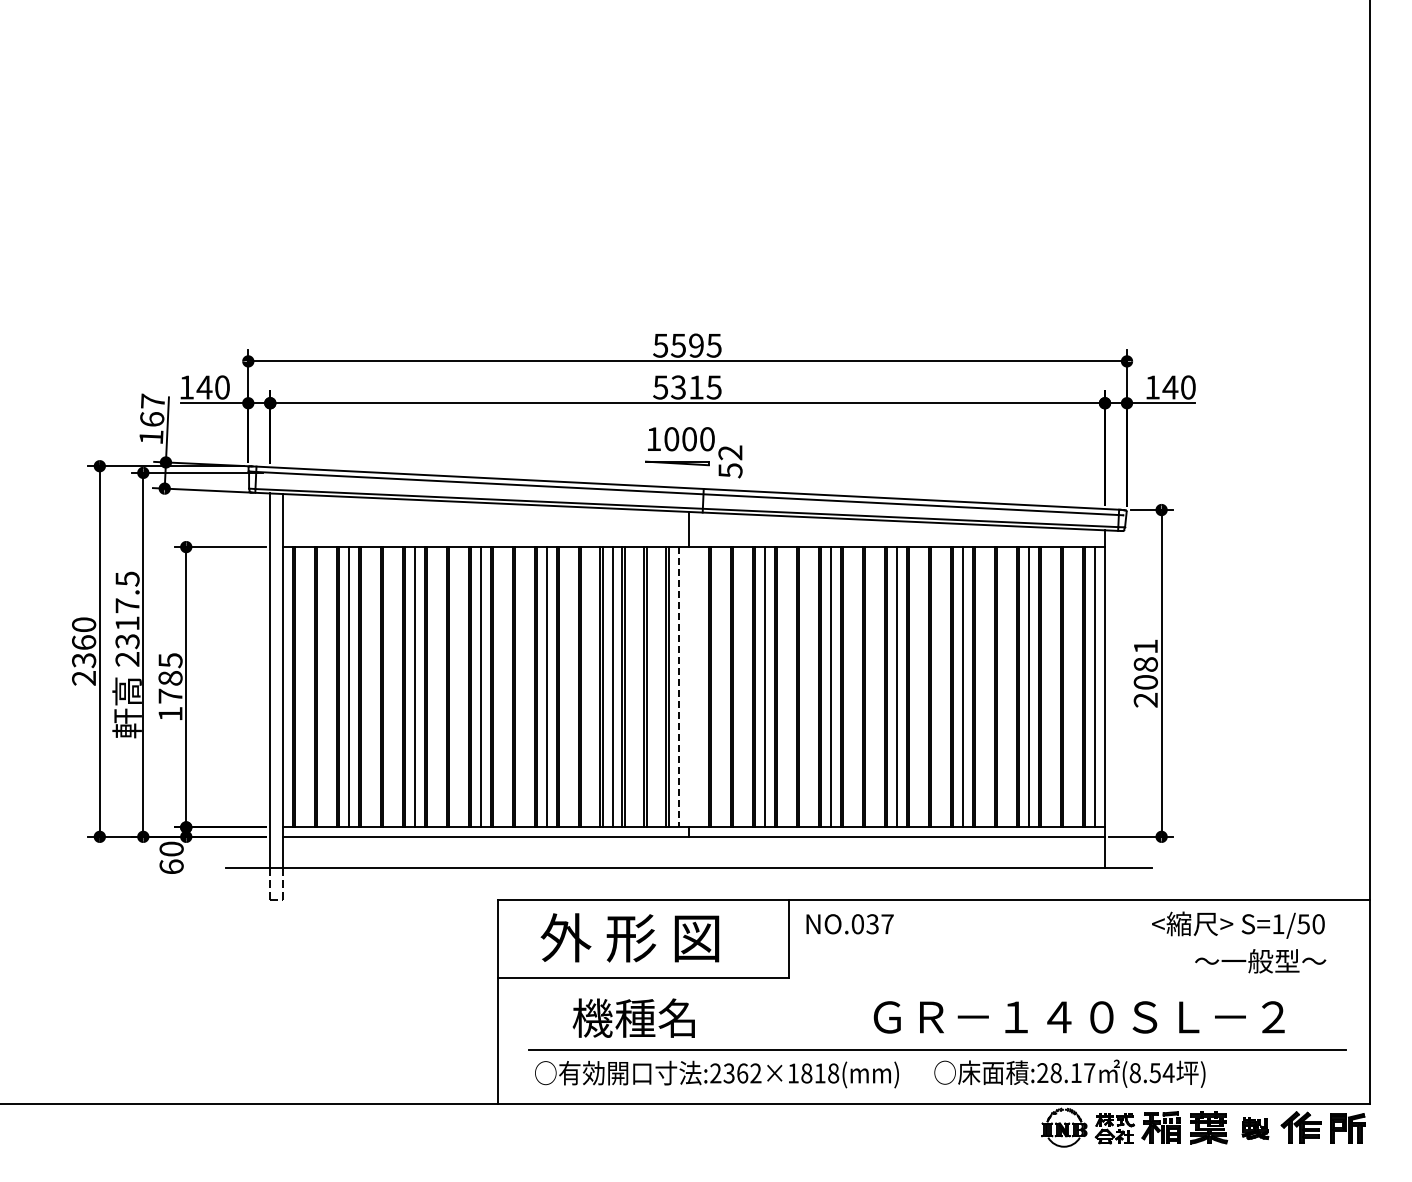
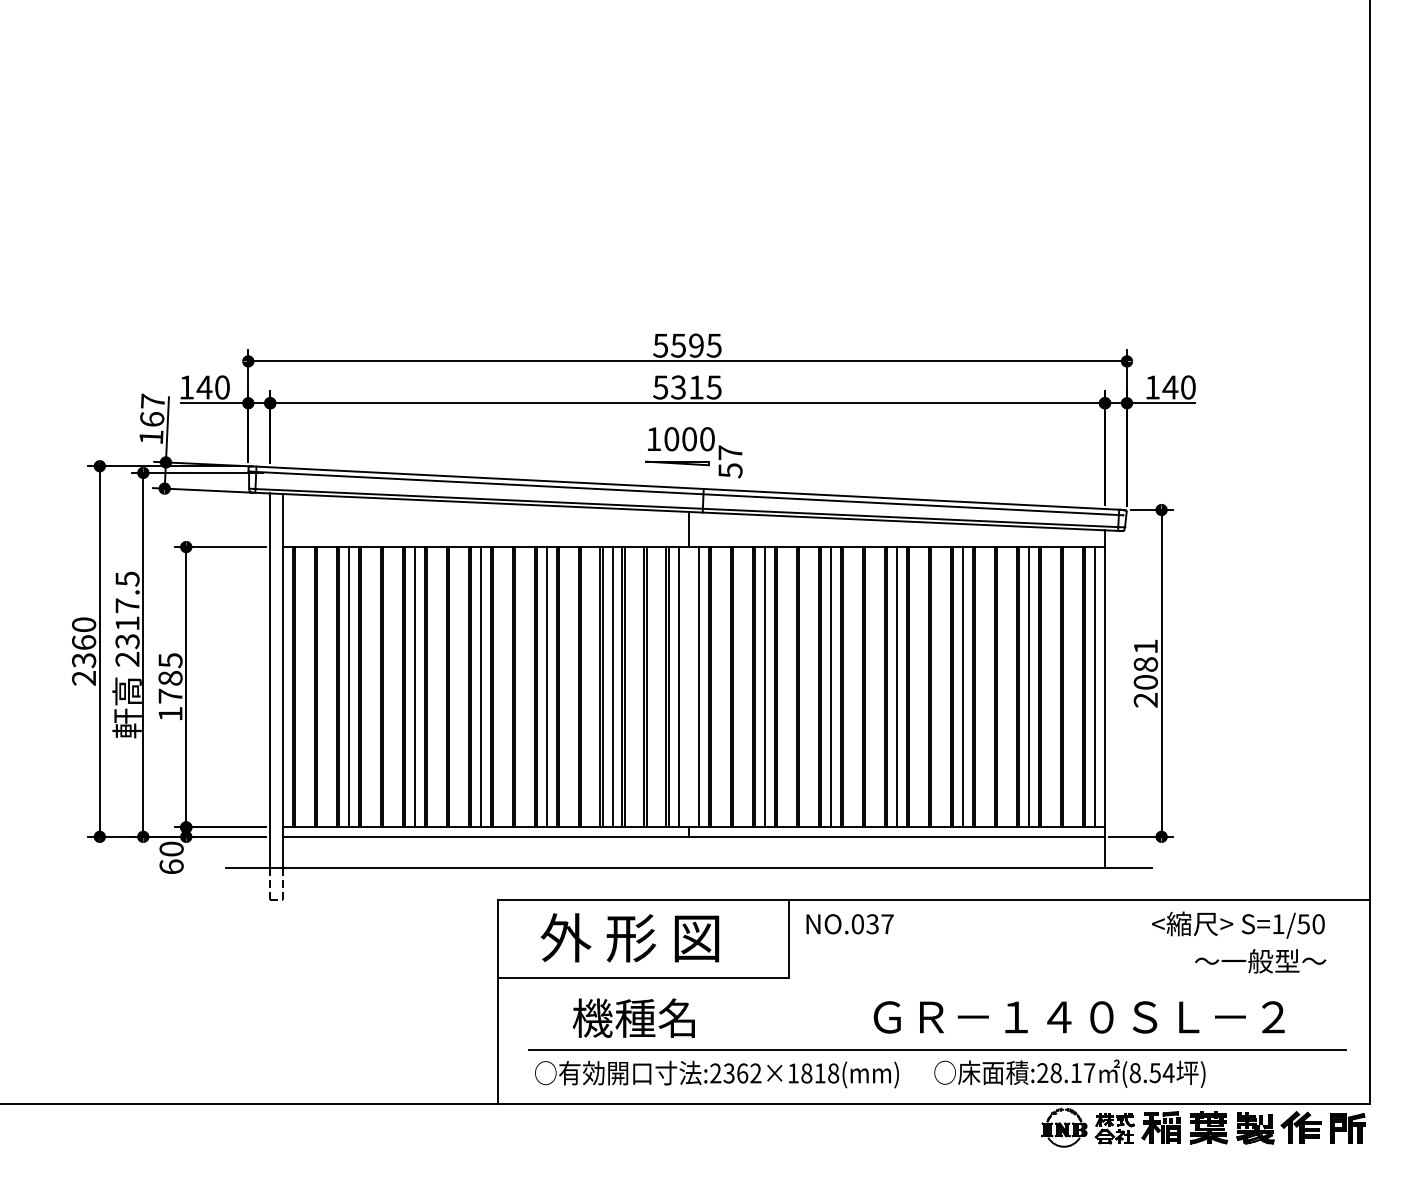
text at (730, 452): 52 -> 57
line at (678, 687): dashed -> solid
line at (699, 687): none -> present
part at (1255, 1128) size: 29x23 px -> 39x33 px
